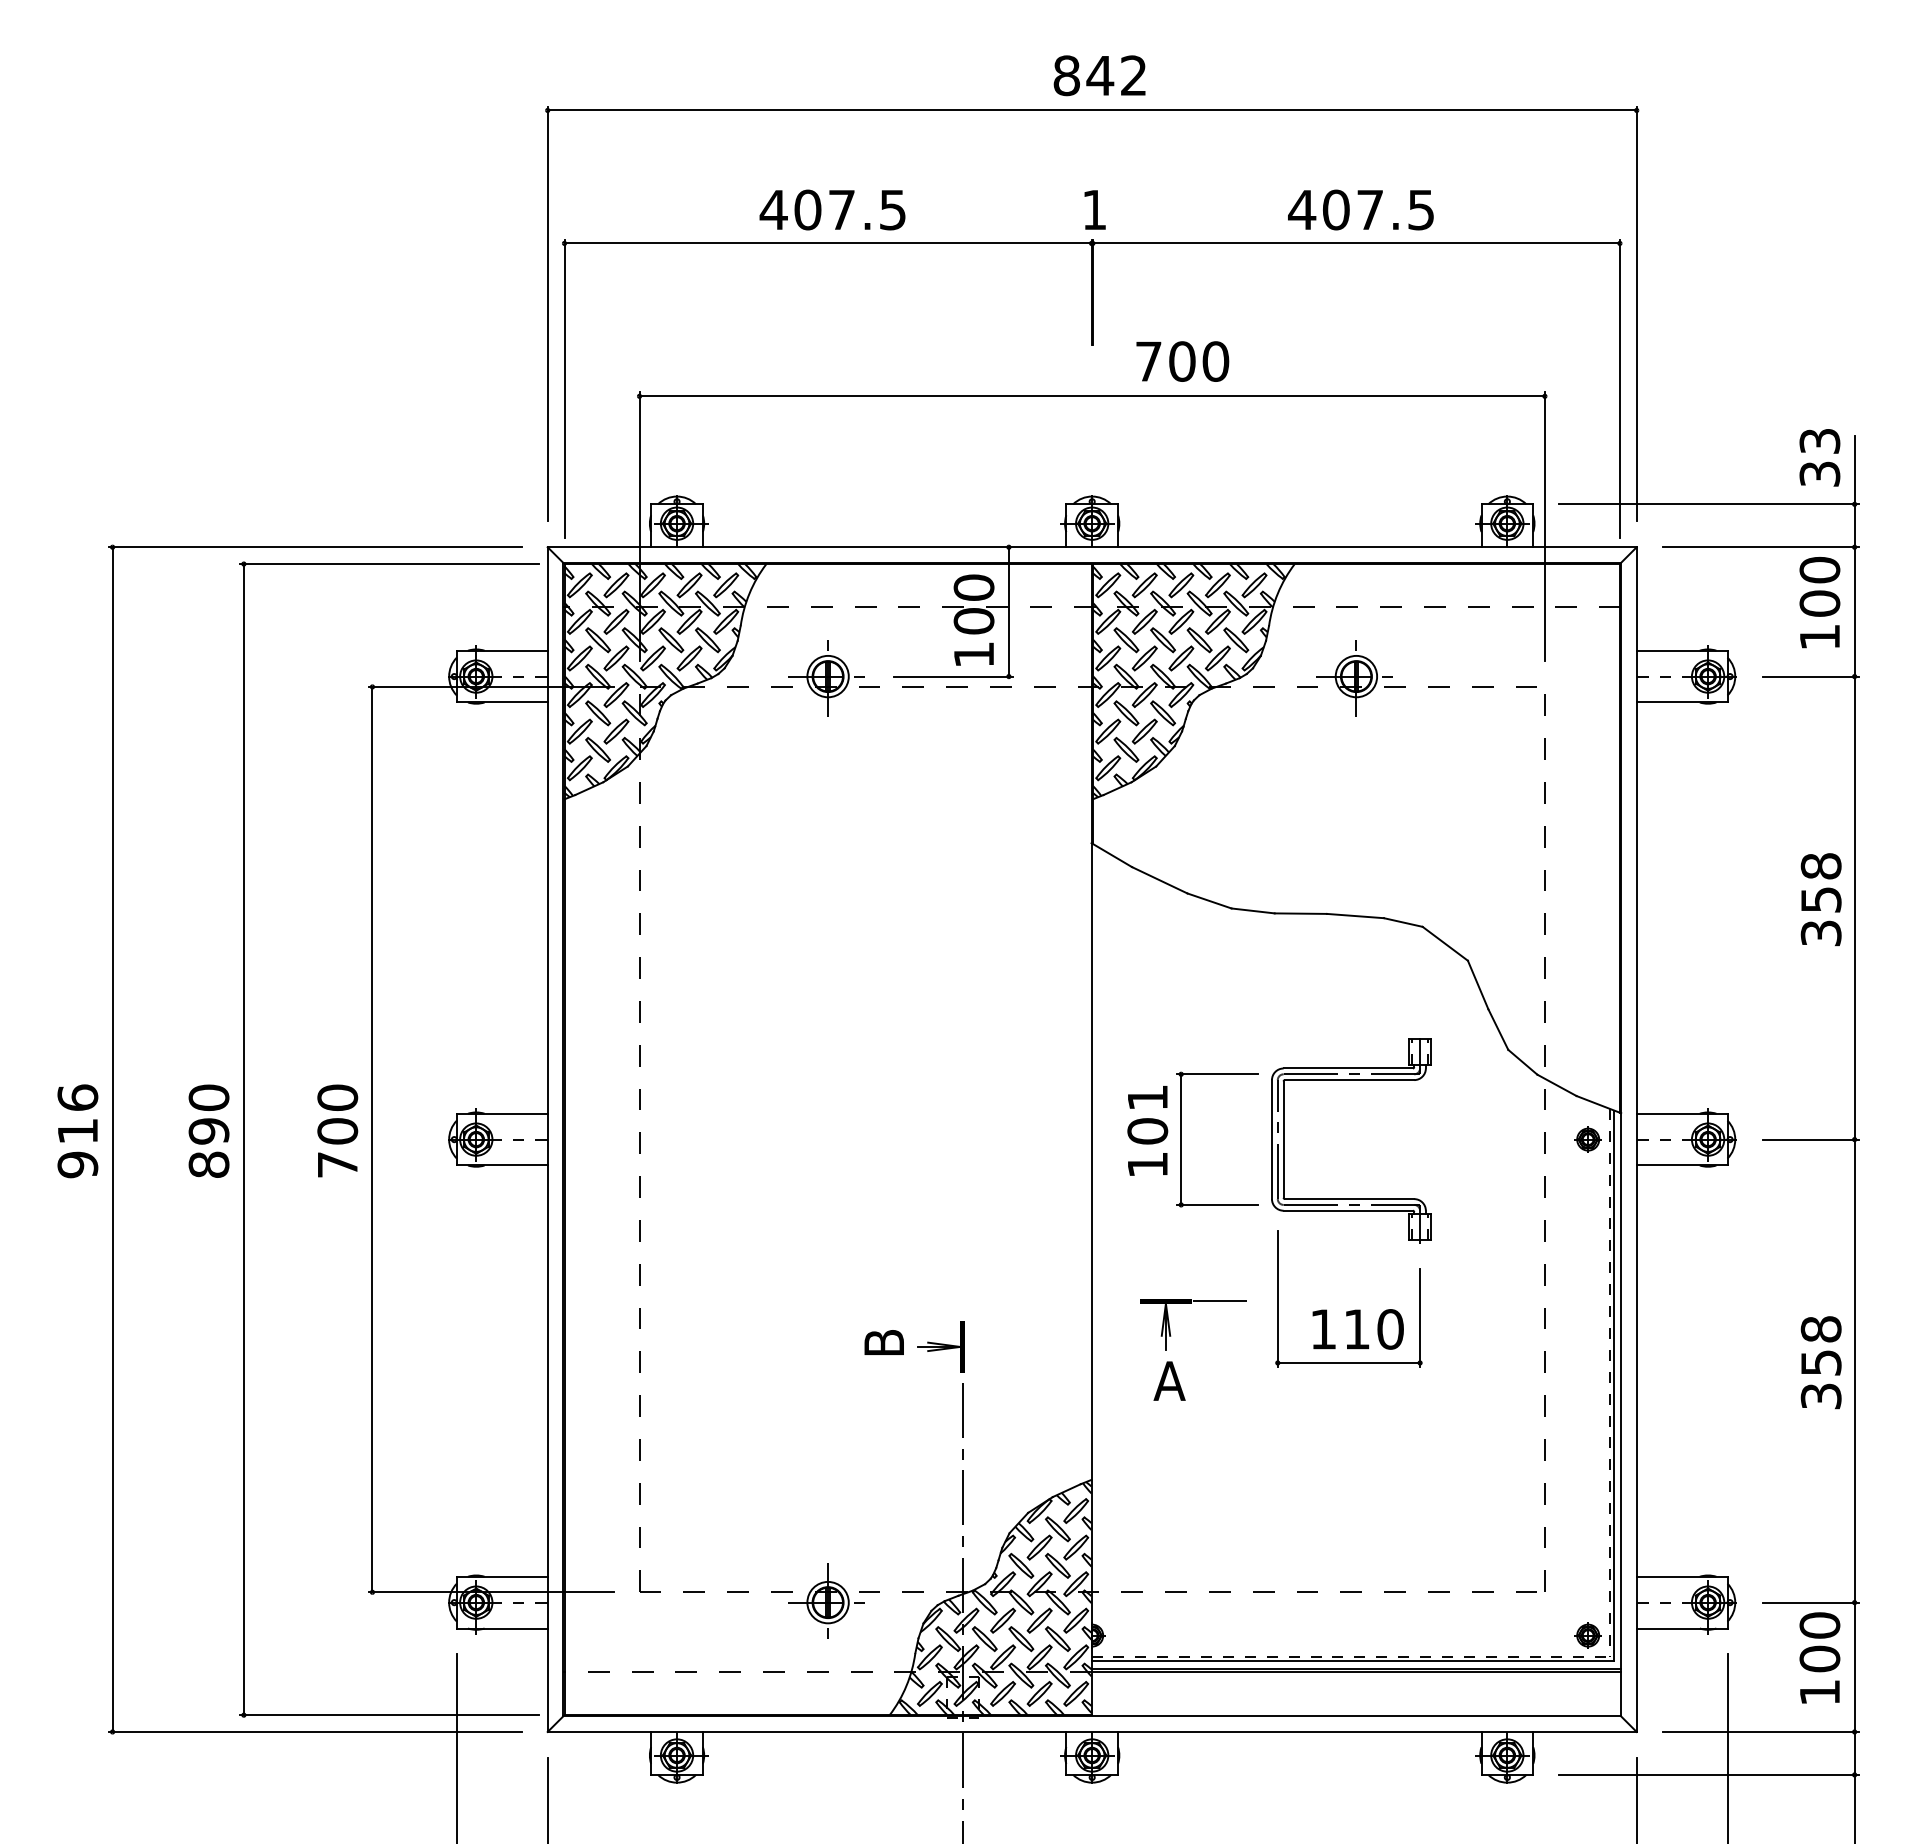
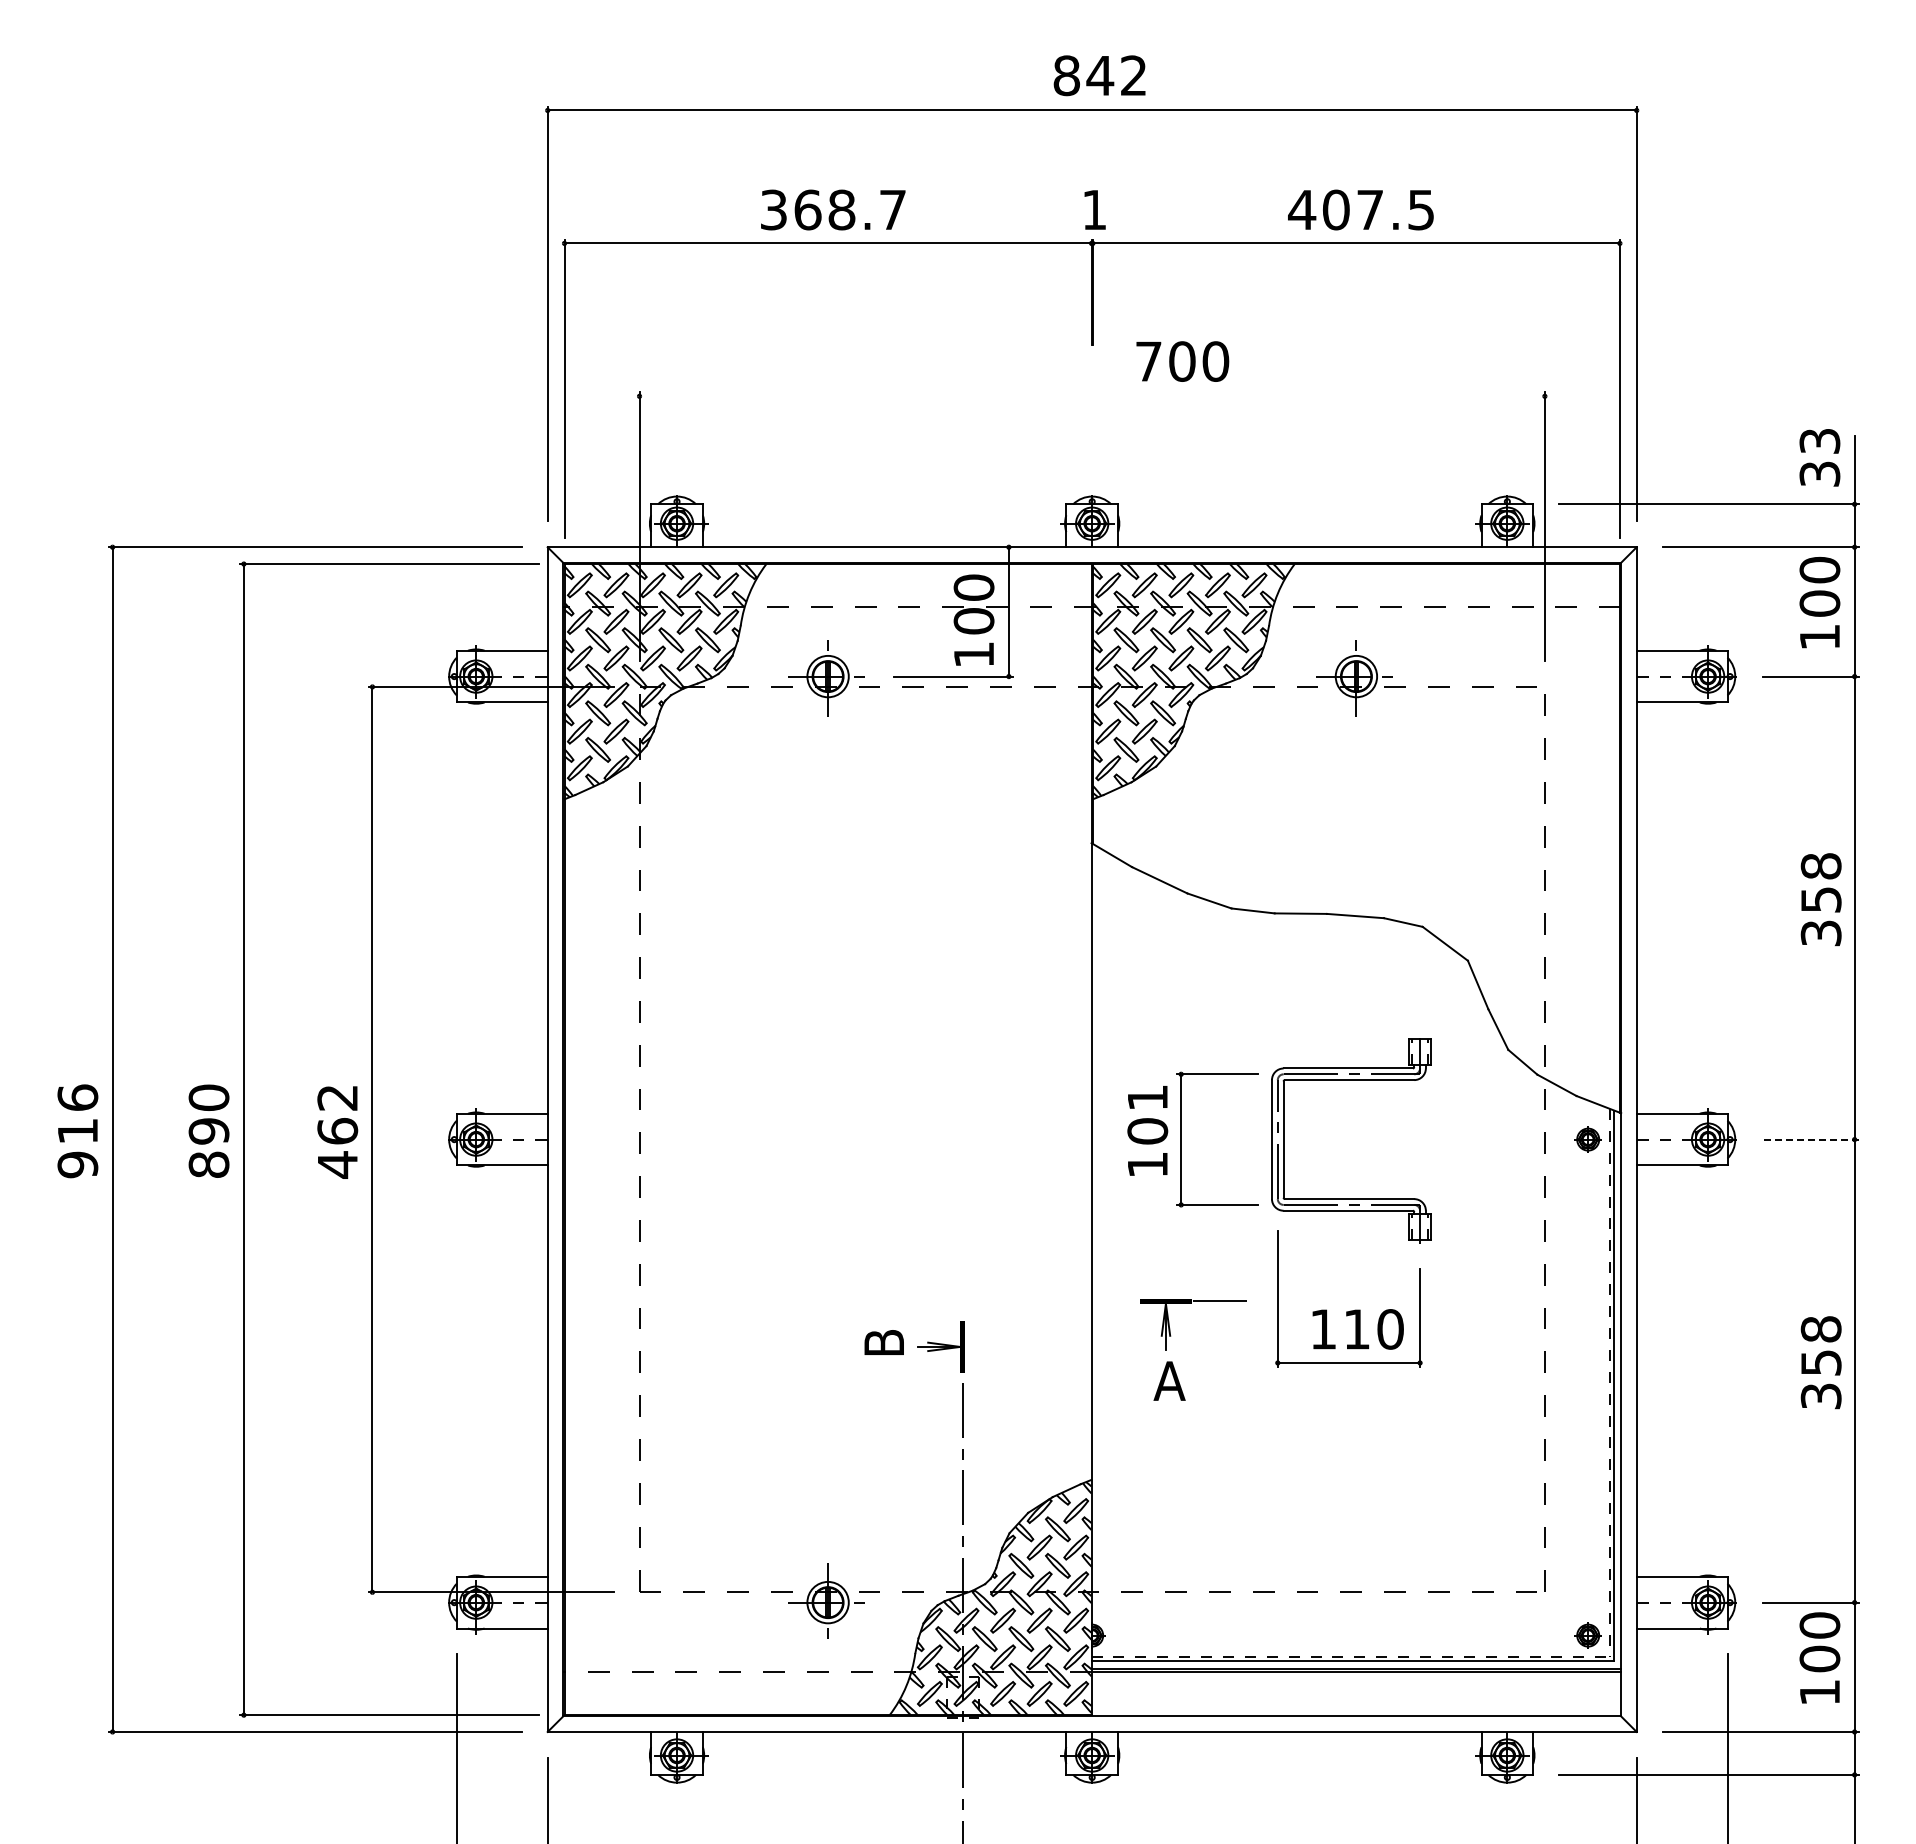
text at (832, 209): 407.5 -> 368.7
line at (1091, 396): present -> none
text at (337, 1131): 700 -> 462
line at (1810, 1139): solid -> dashed
